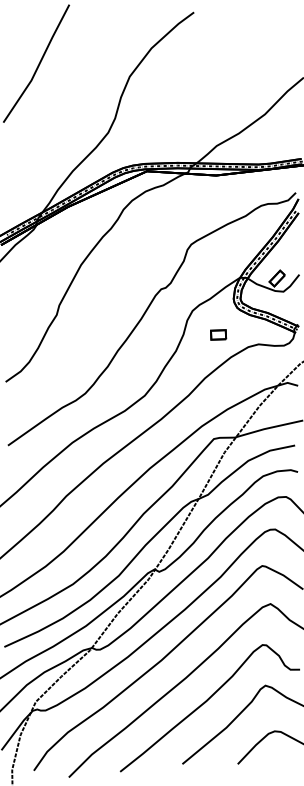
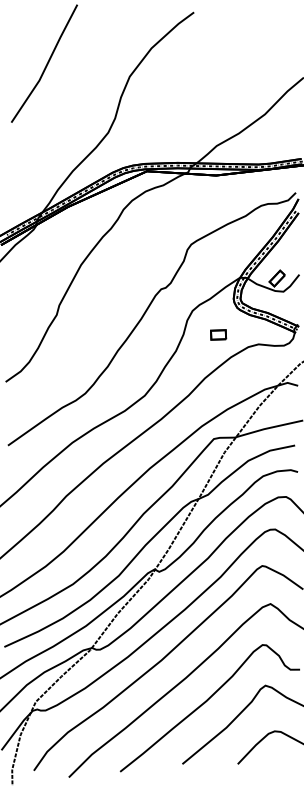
line at (38, 63) position: (38, 63) -> (46, 63)
